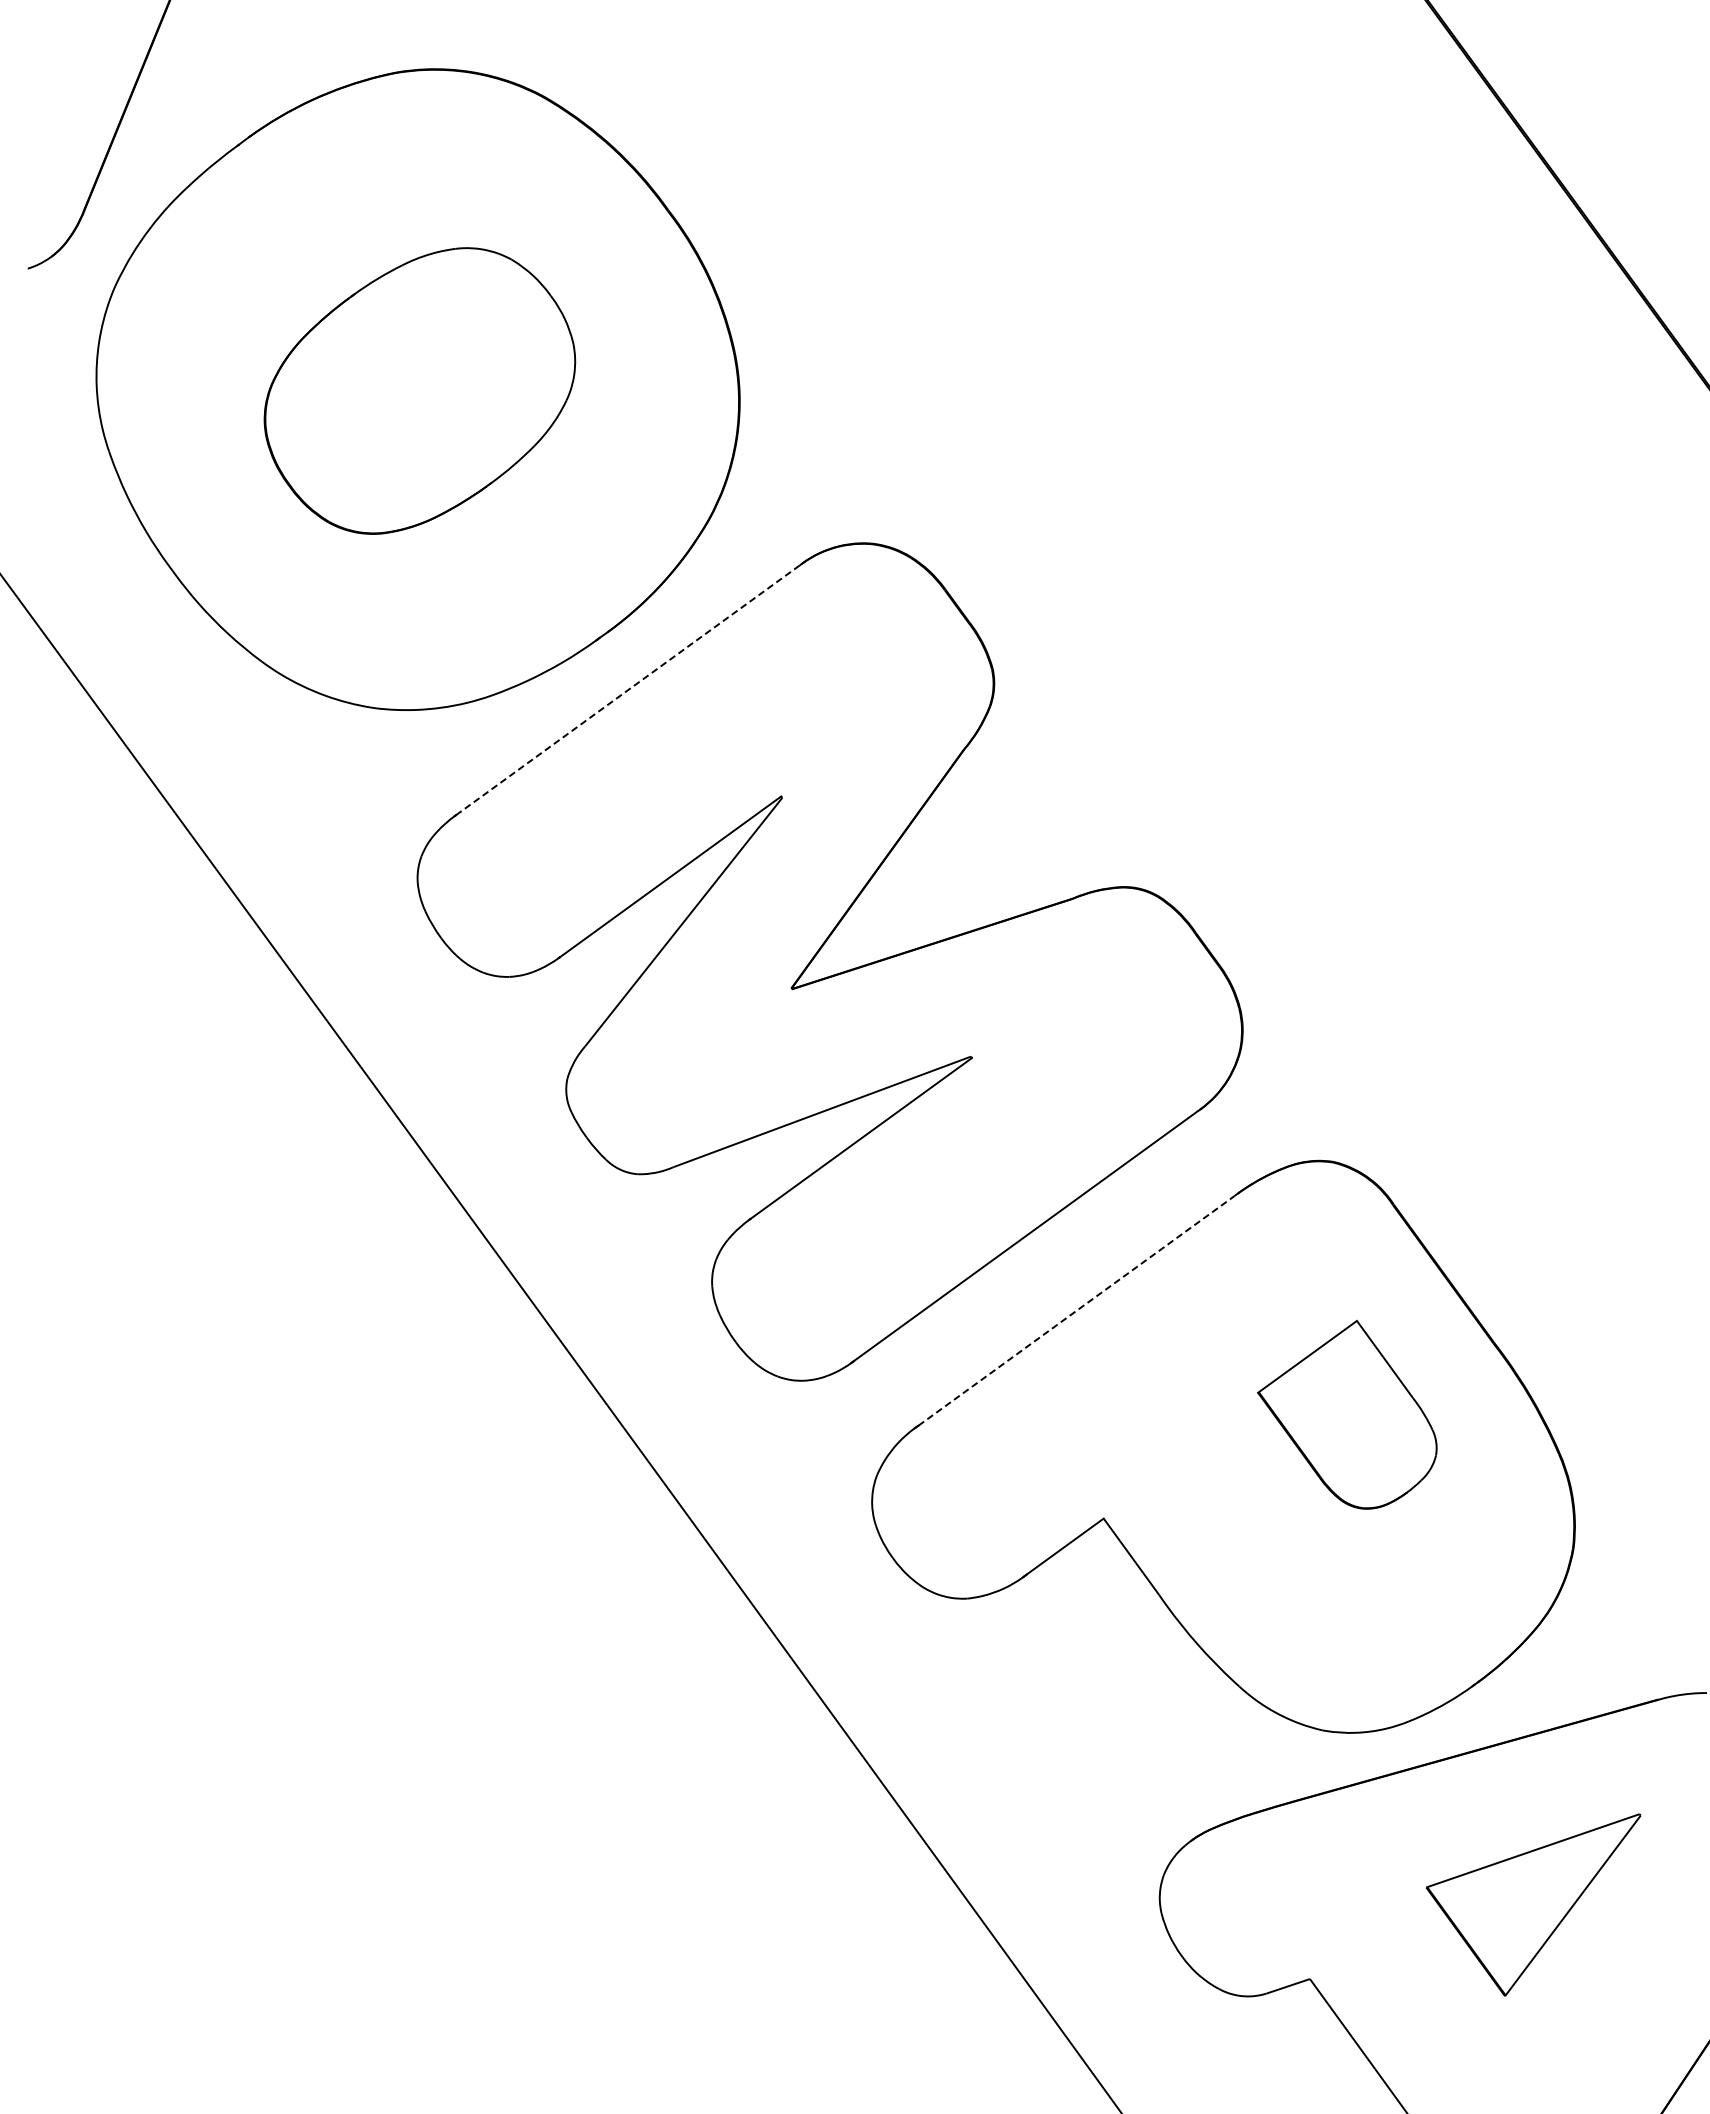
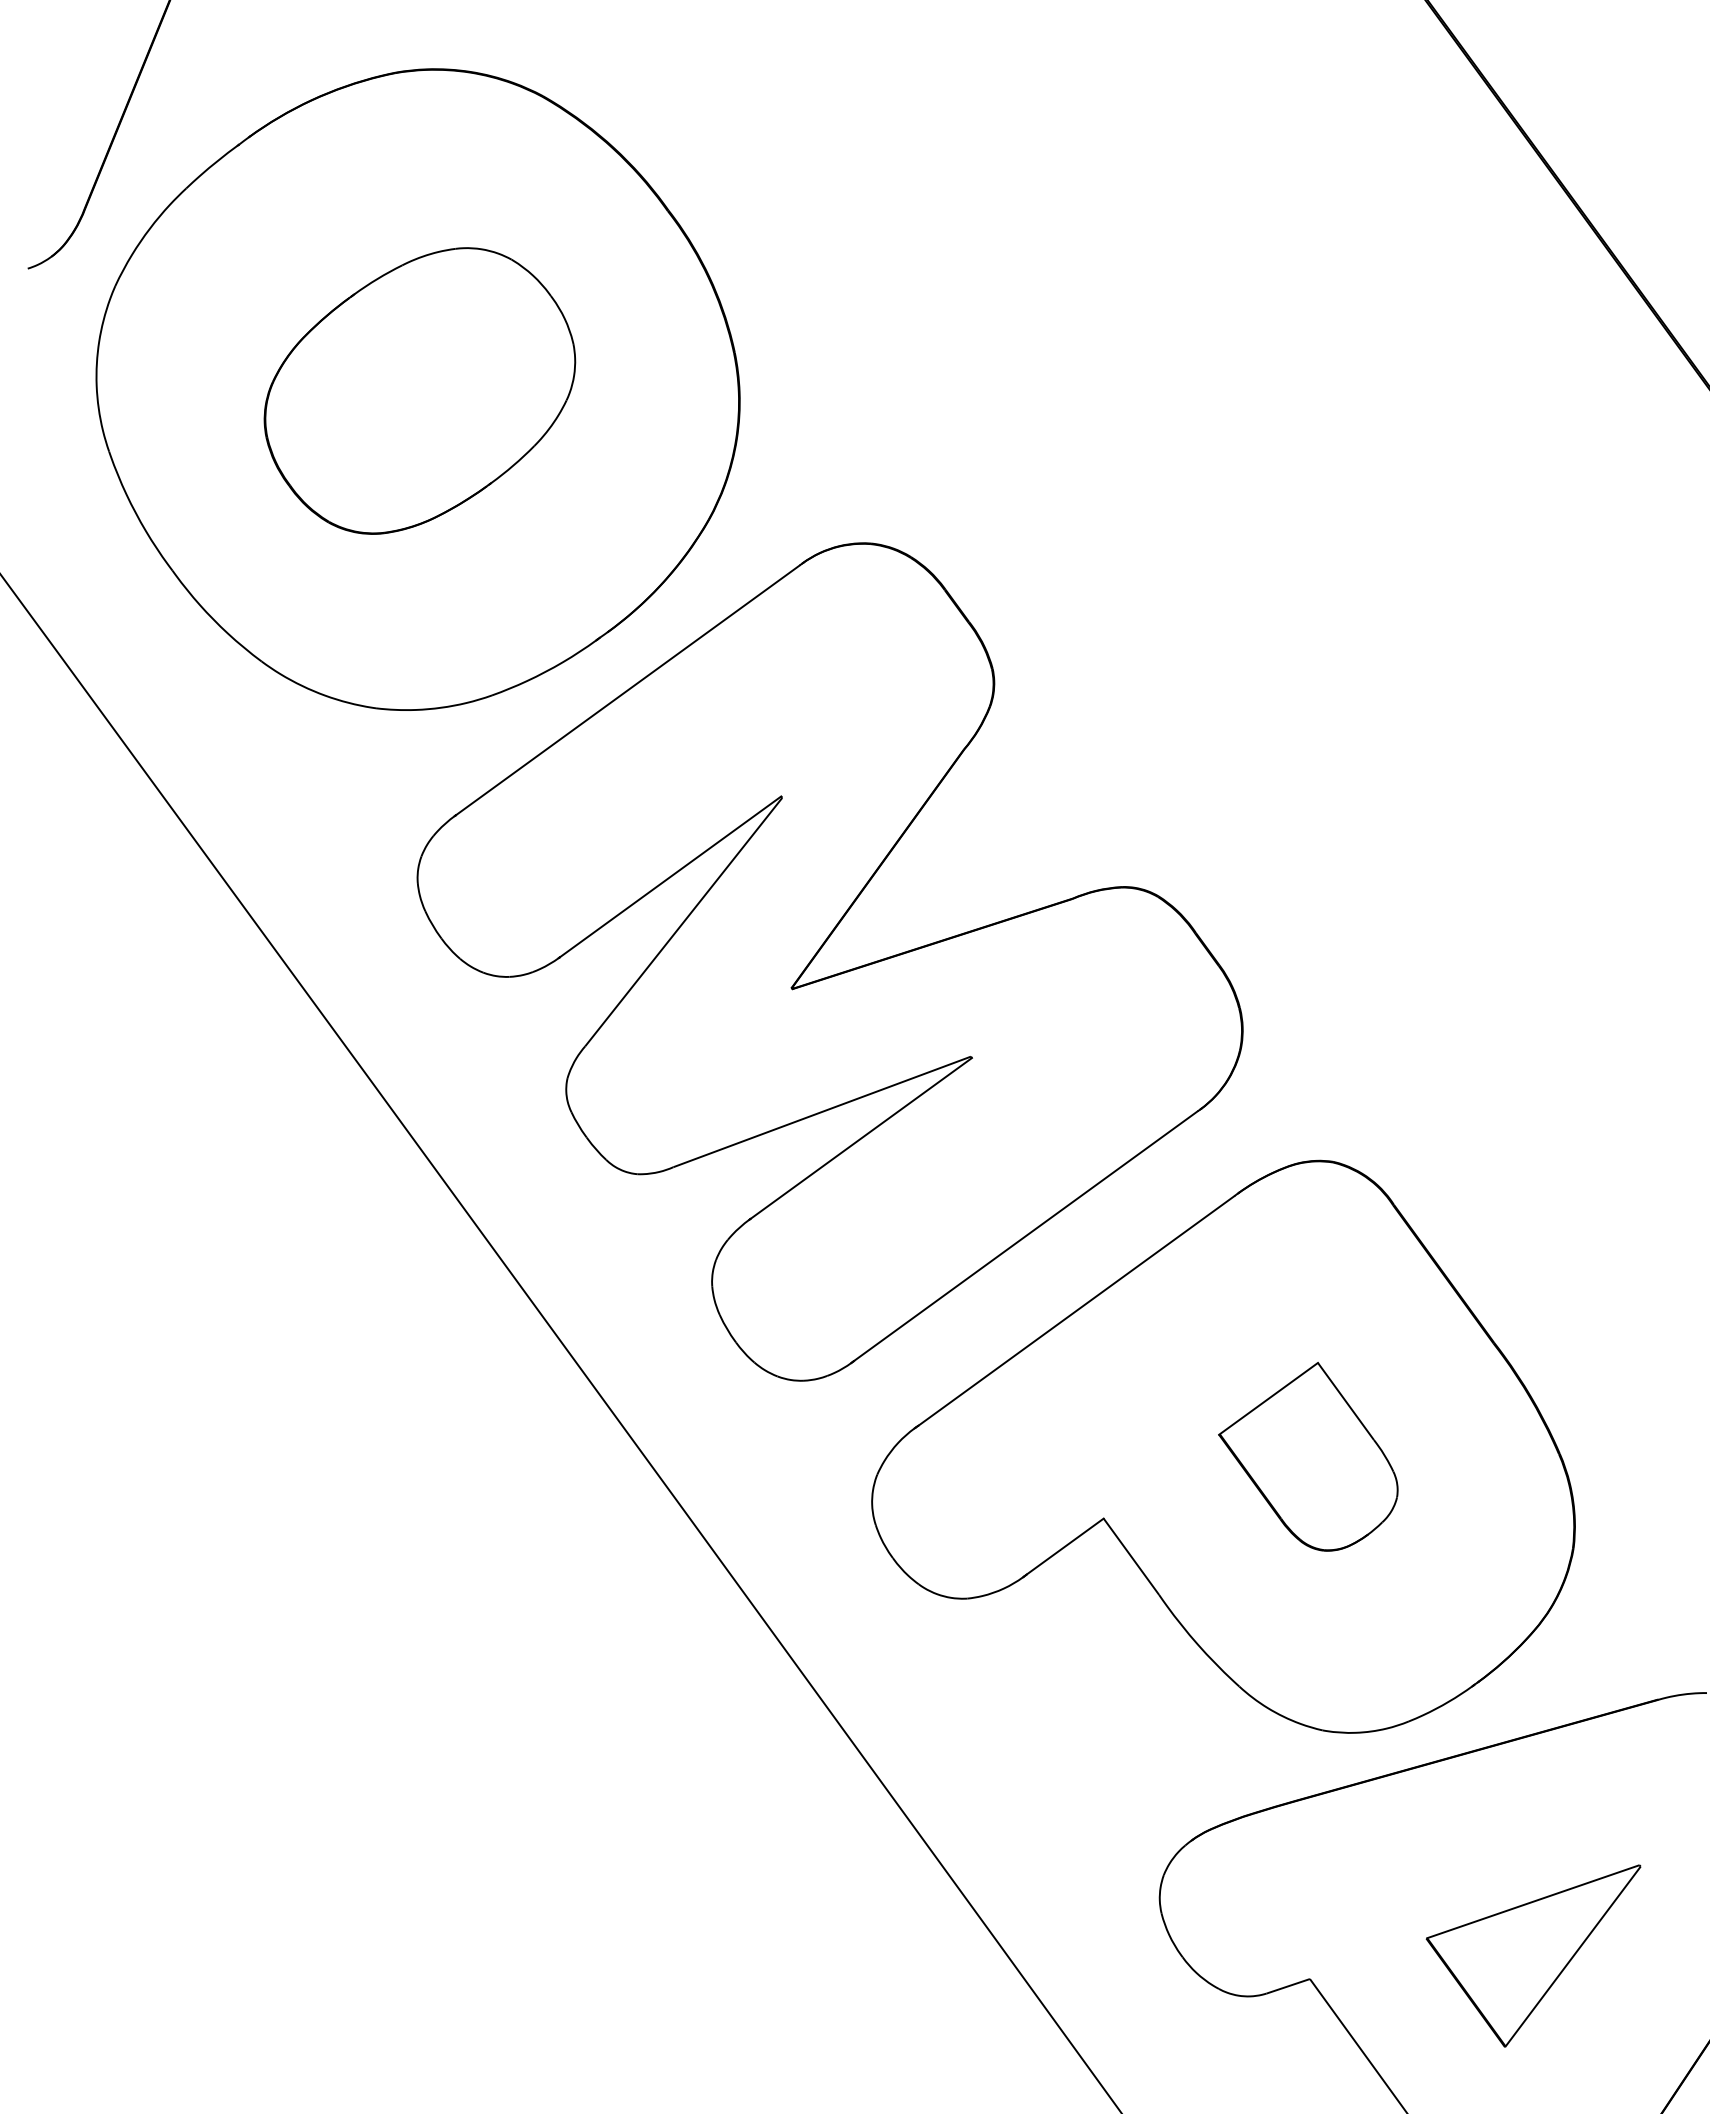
line at (628, 690): dashed -> solid
line at (1076, 1310): dashed -> solid
part at (1347, 1414) position: (1347, 1414) -> (1308, 1456)
part at (1533, 1904) position: (1533, 1904) -> (1533, 1955)
